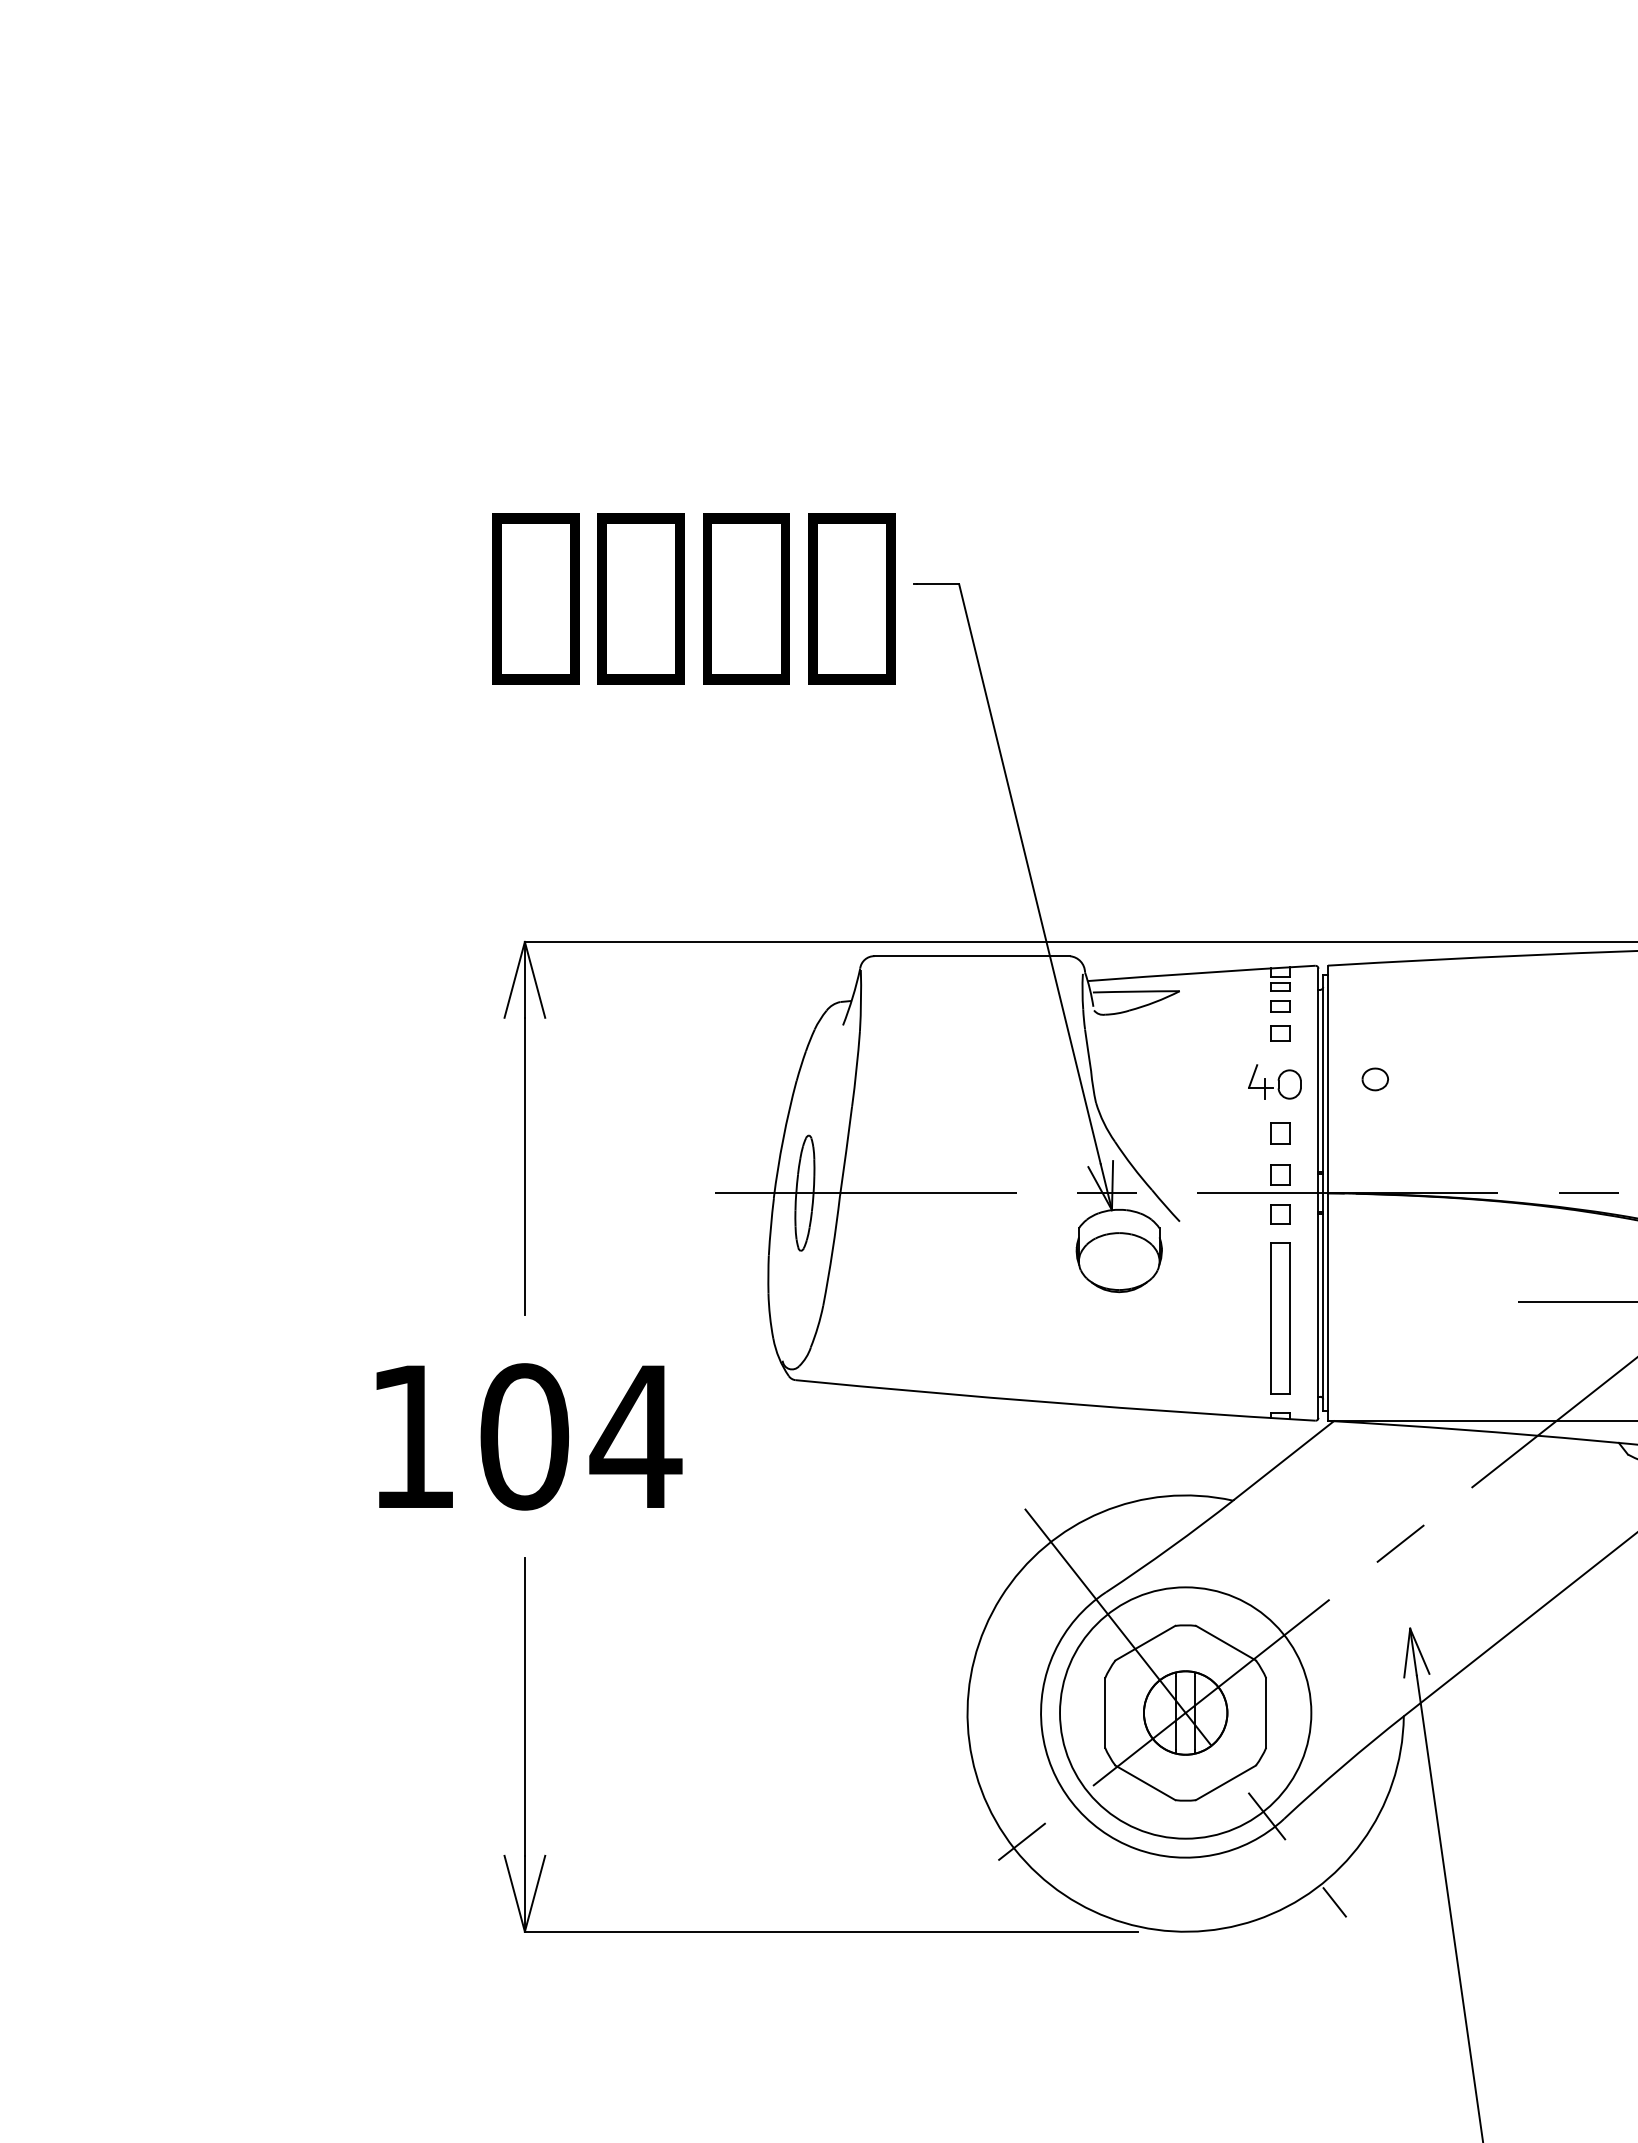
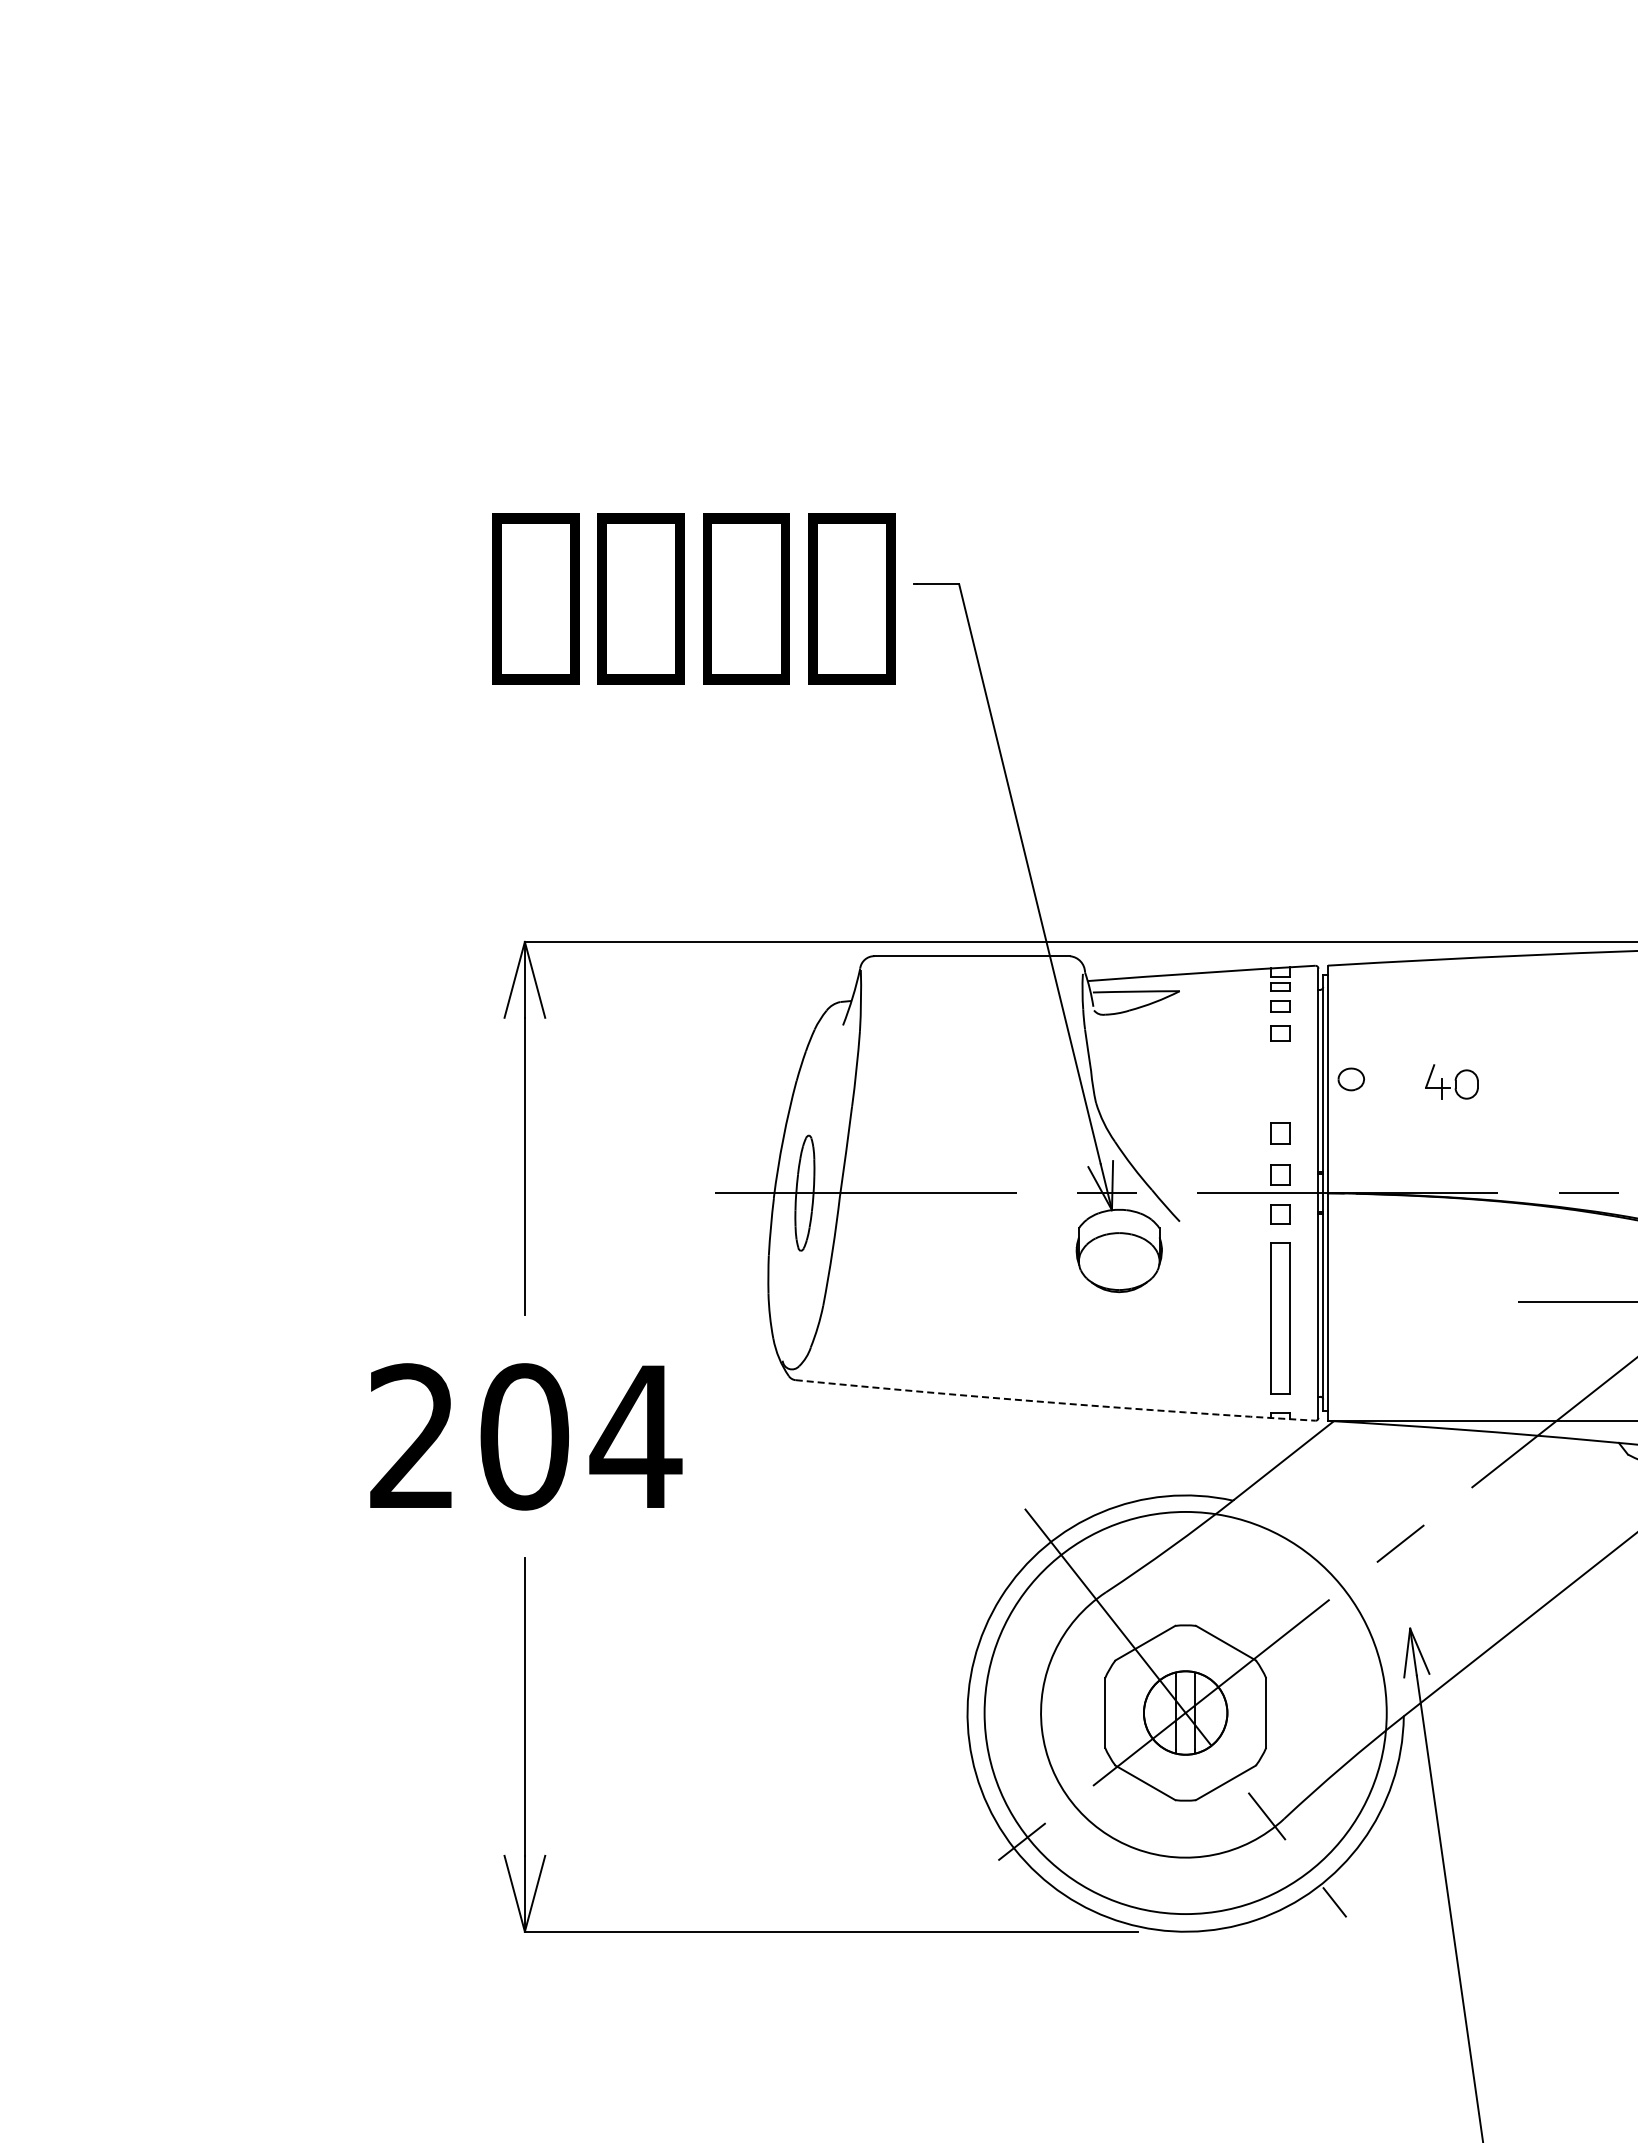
part at (1375, 1079) position: (1375, 1079) -> (1351, 1079)
part at (1274, 1081) position: (1274, 1081) -> (1451, 1081)
arc at (1055, 1402): solid -> dashed
text at (411, 1435): 104 -> 204
circle at (1185, 1712) diameter: 251 px -> 402 px
